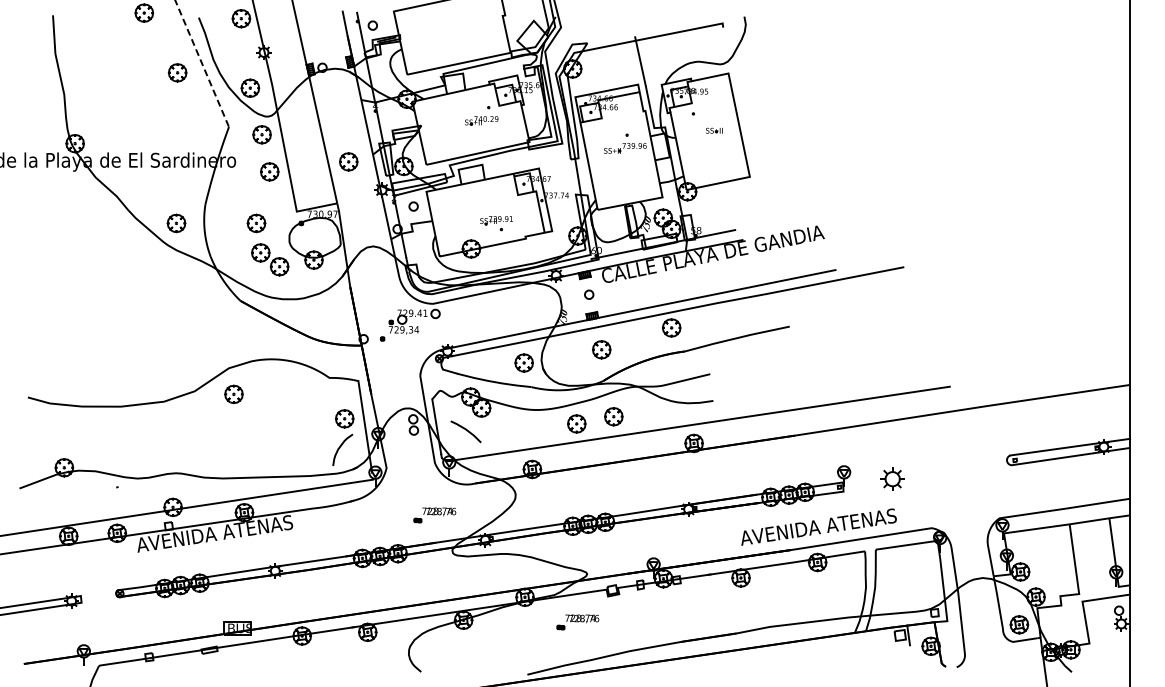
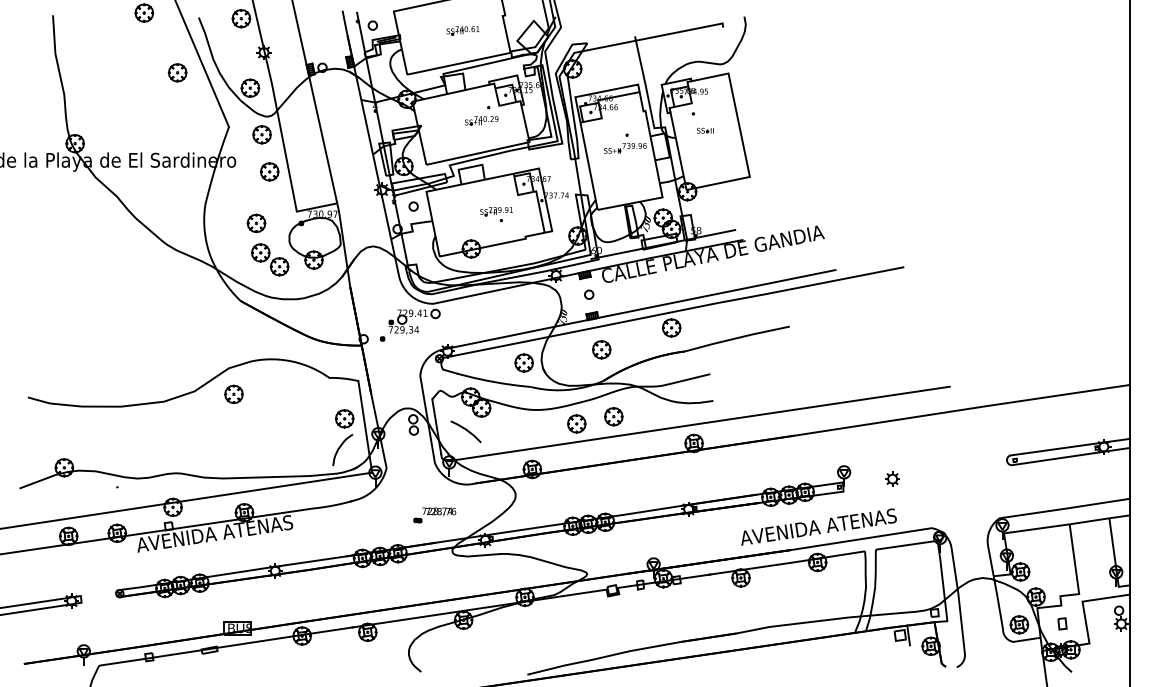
part at (462, 30): none -> present
line at (202, 63): dashed -> solid
part at (714, 130) position: (714, 130) -> (705, 130)
part at (348, 161): present -> none
part at (176, 223): present -> none
part at (496, 223) position: (496, 223) -> (496, 214)
part at (892, 478) size: 25x24 px -> 15x16 px
line at (187, 507) position: (187, 507) -> (187, 500)
part at (577, 622): present -> none
part at (1062, 623): none -> present
